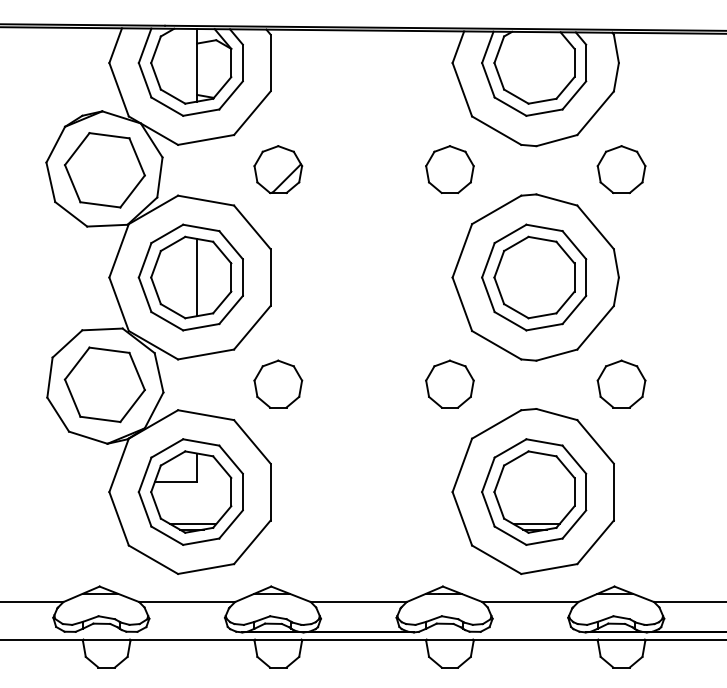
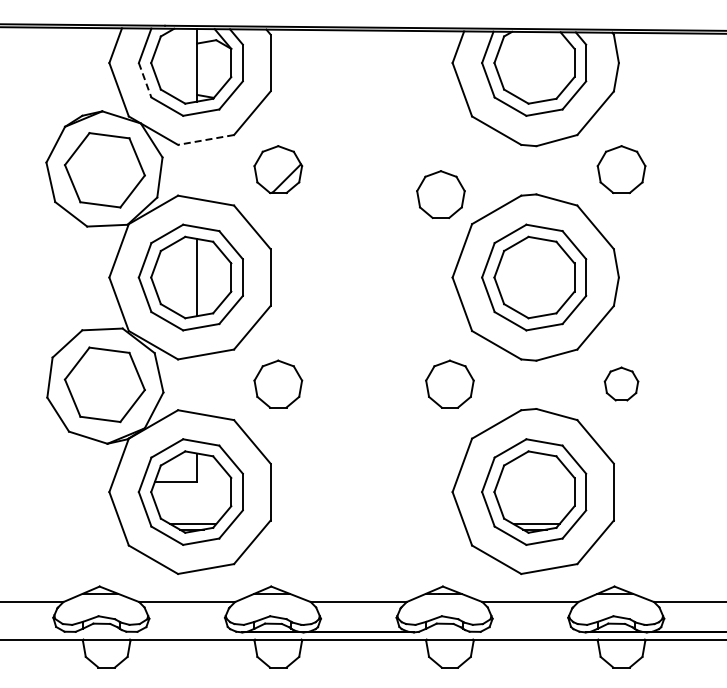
line at (145, 80): solid -> dashed
line at (205, 140): solid -> dashed
part at (449, 169) position: (449, 169) -> (440, 194)
part at (621, 383) size: 51x50 px -> 37x36 px
